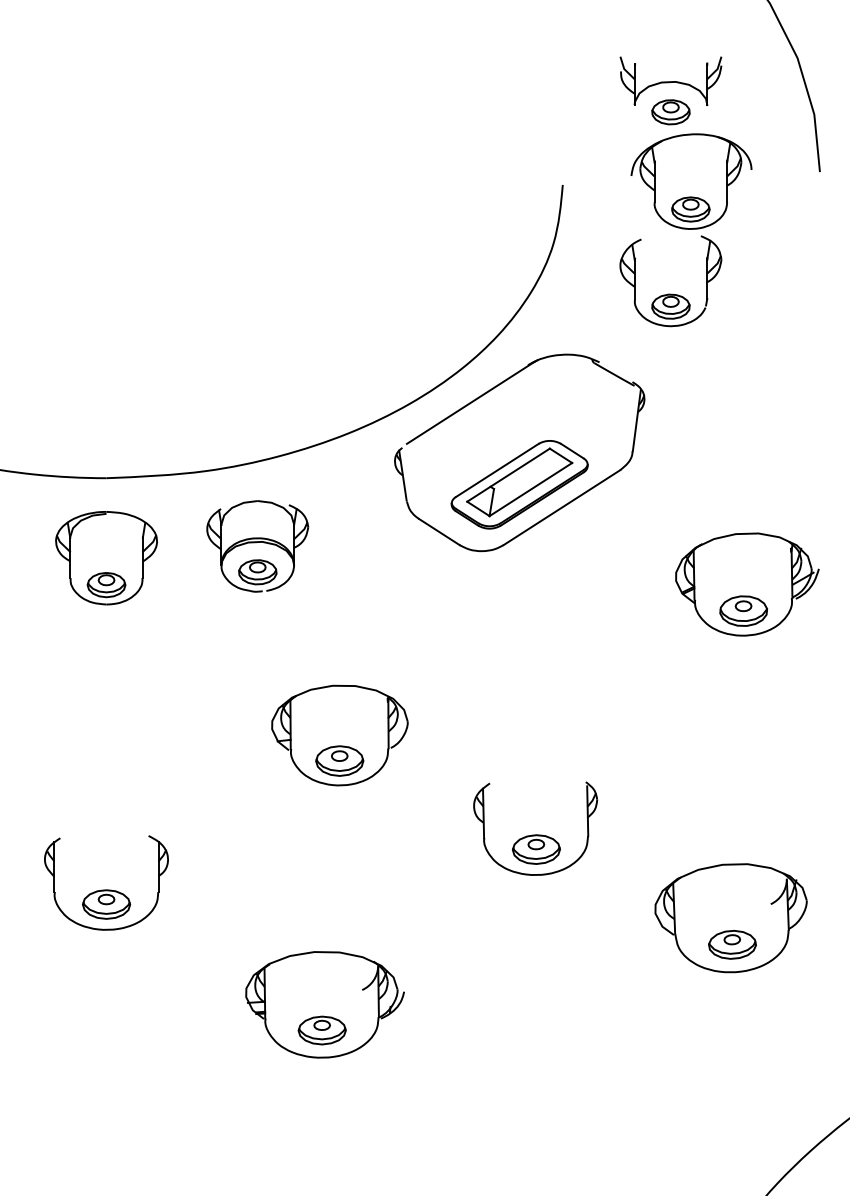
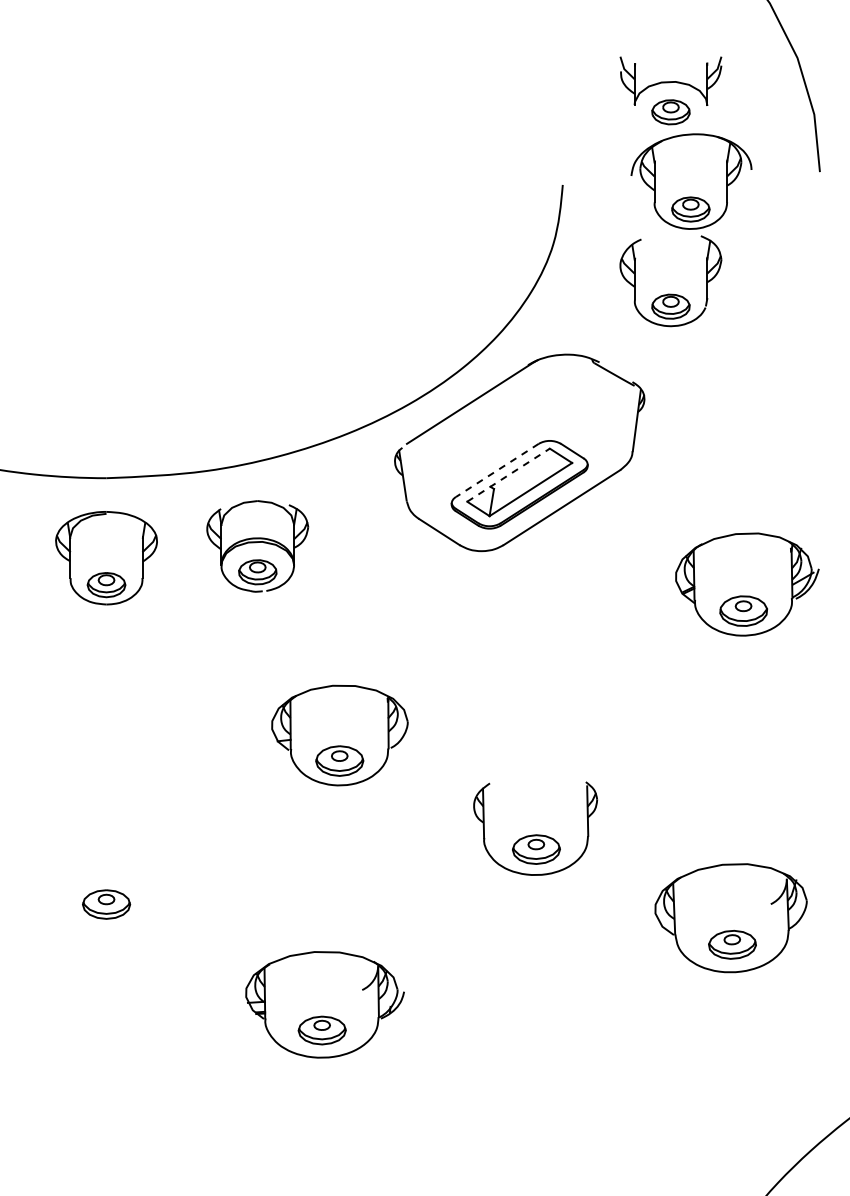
line at (496, 470): solid -> dashed
line at (508, 474): solid -> dashed
part at (106, 928): present -> none
